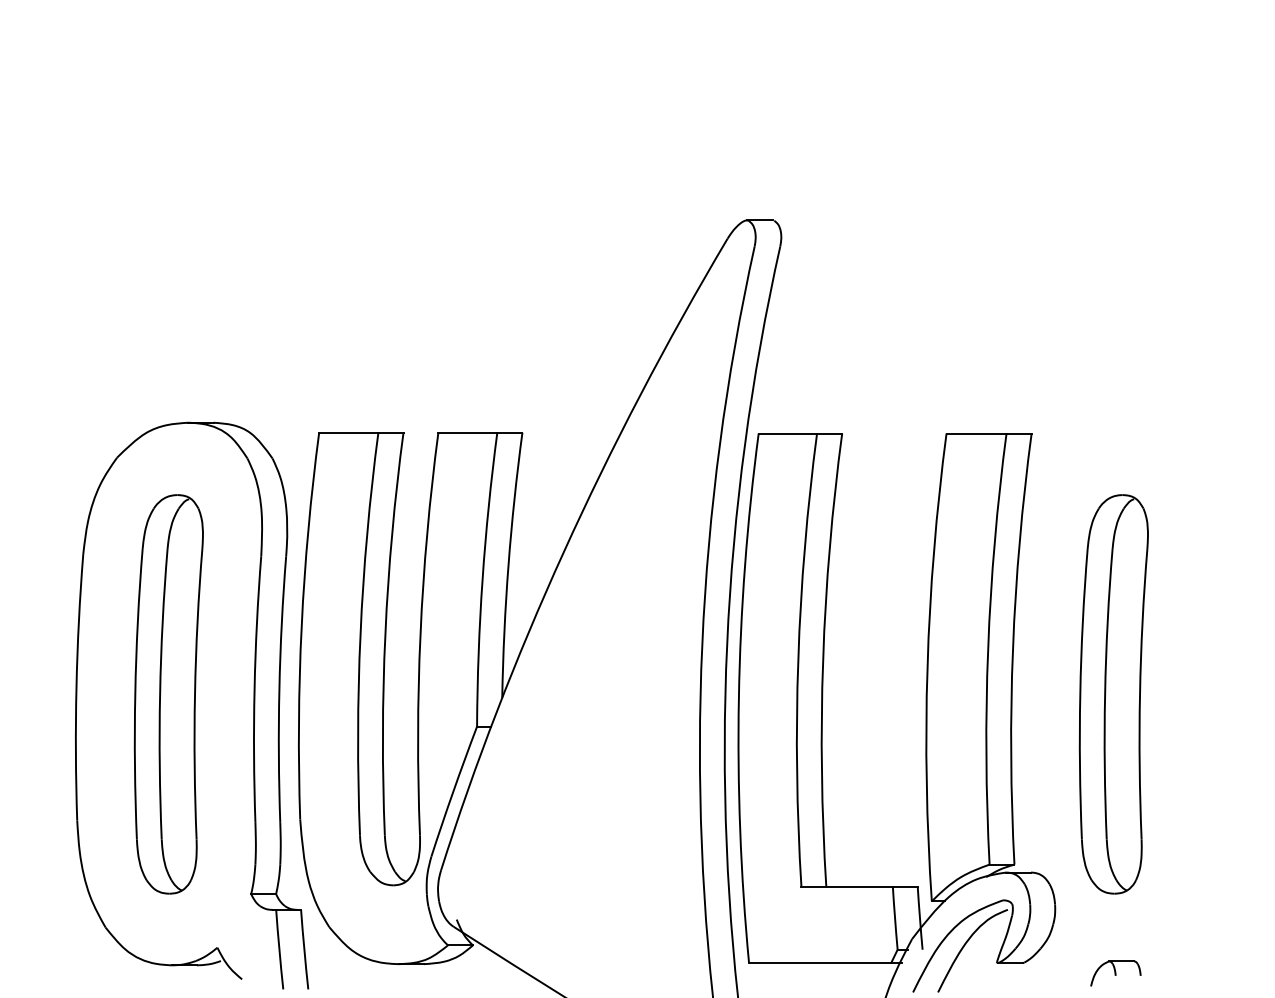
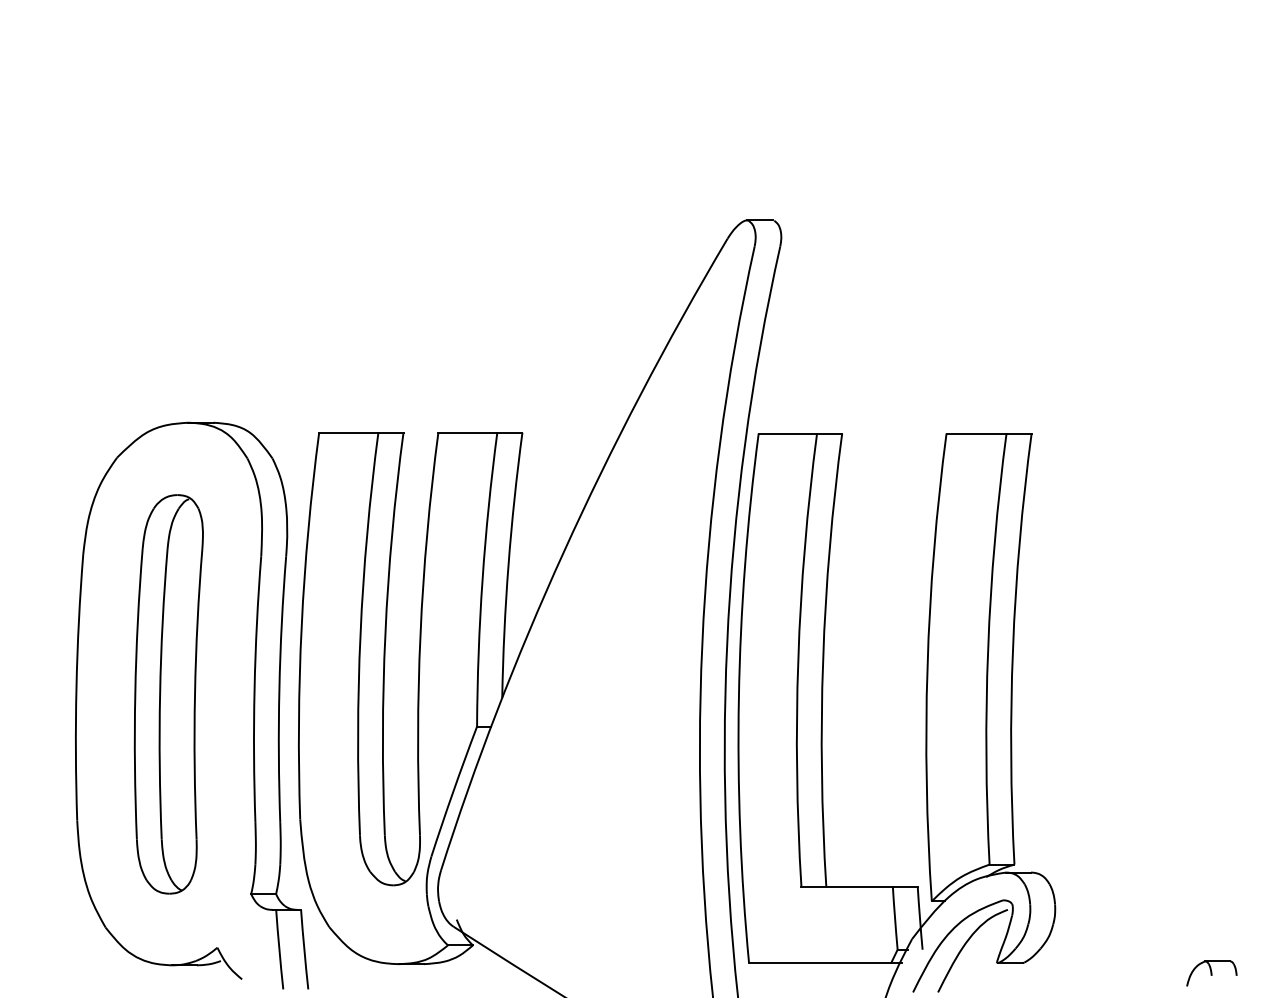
part at (1113, 694): present -> none
part at (1115, 973) position: (1115, 973) -> (1211, 973)
